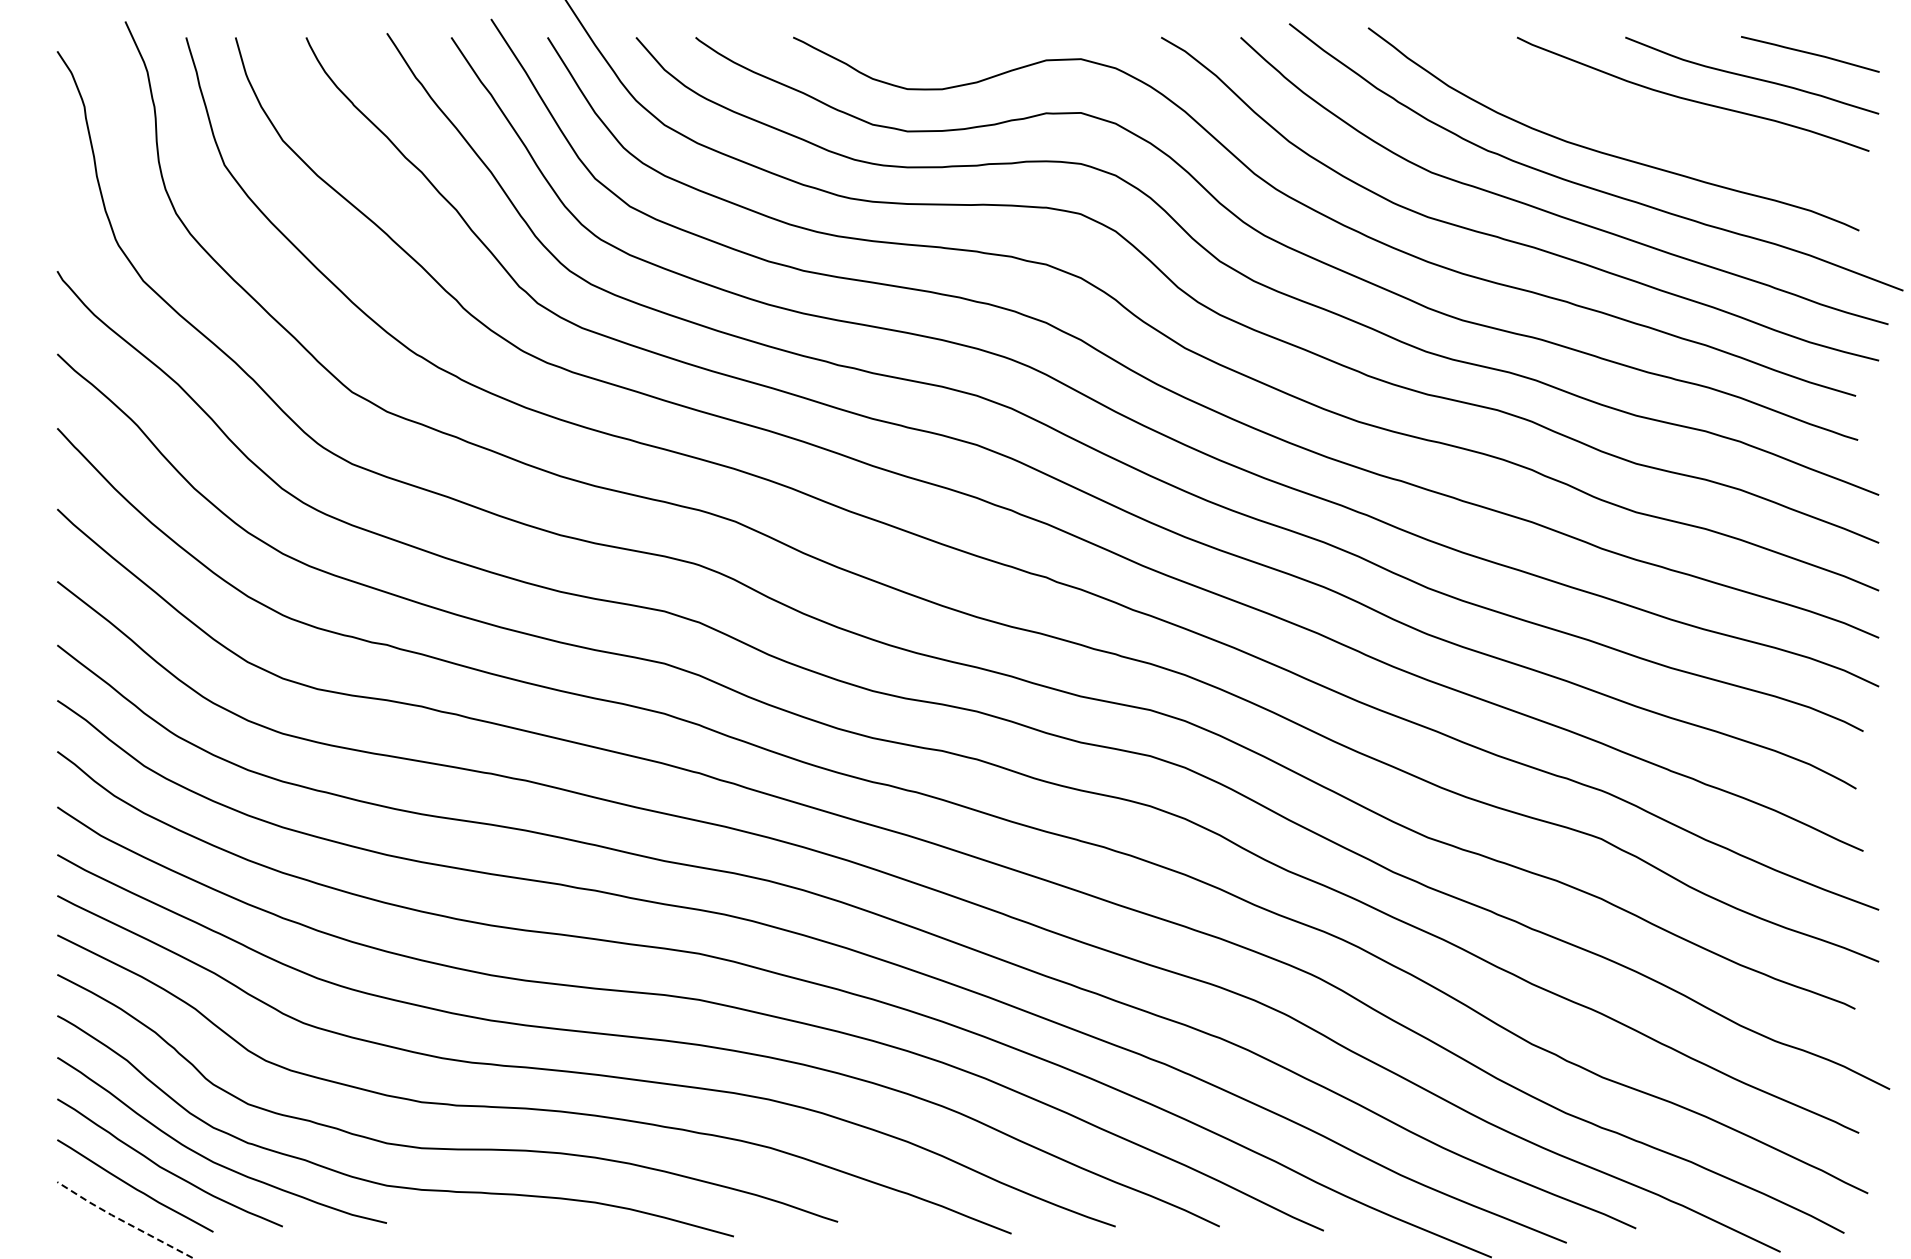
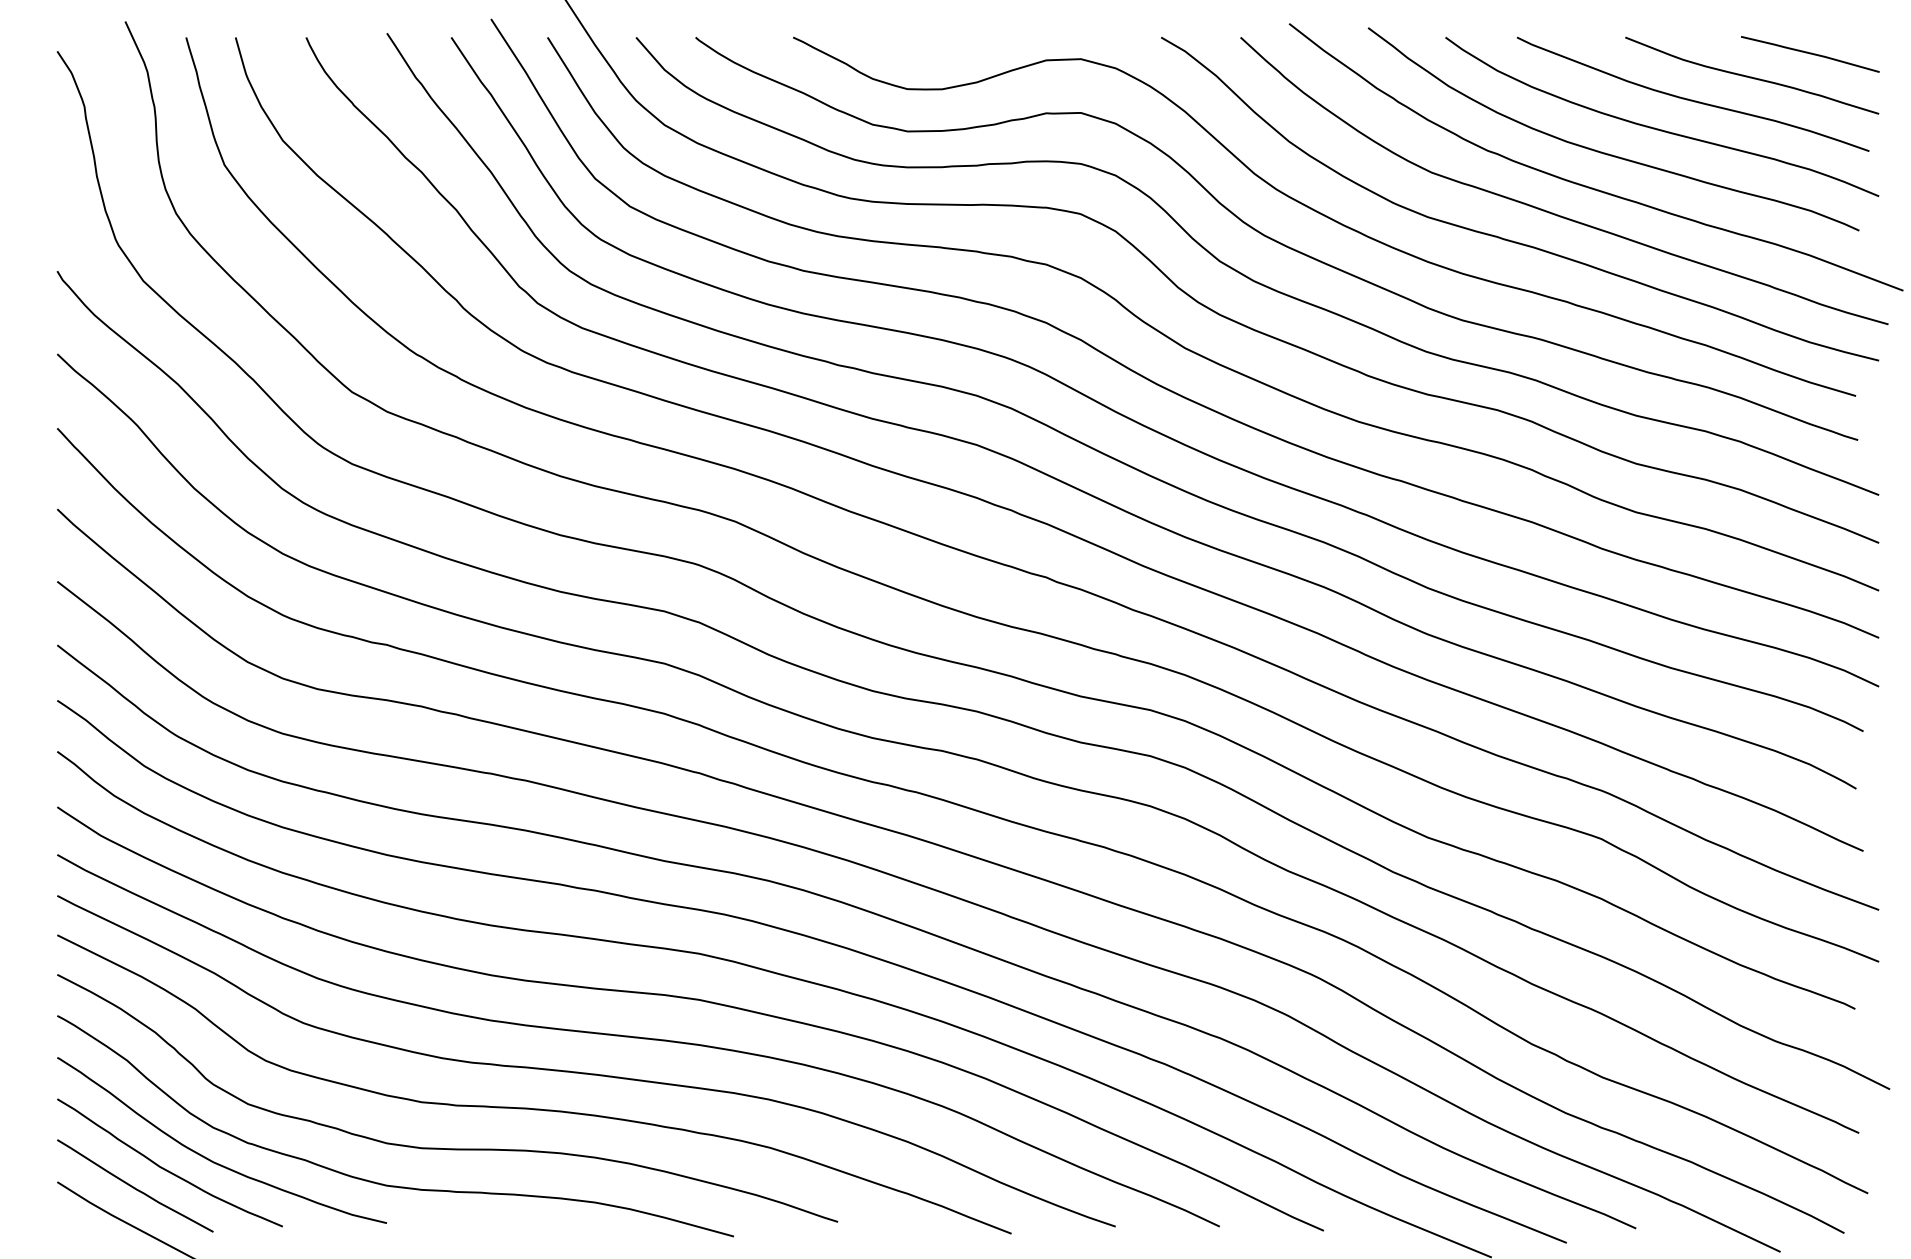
curve at (1658, 128): none -> present
line at (123, 1221): dashed -> solid
